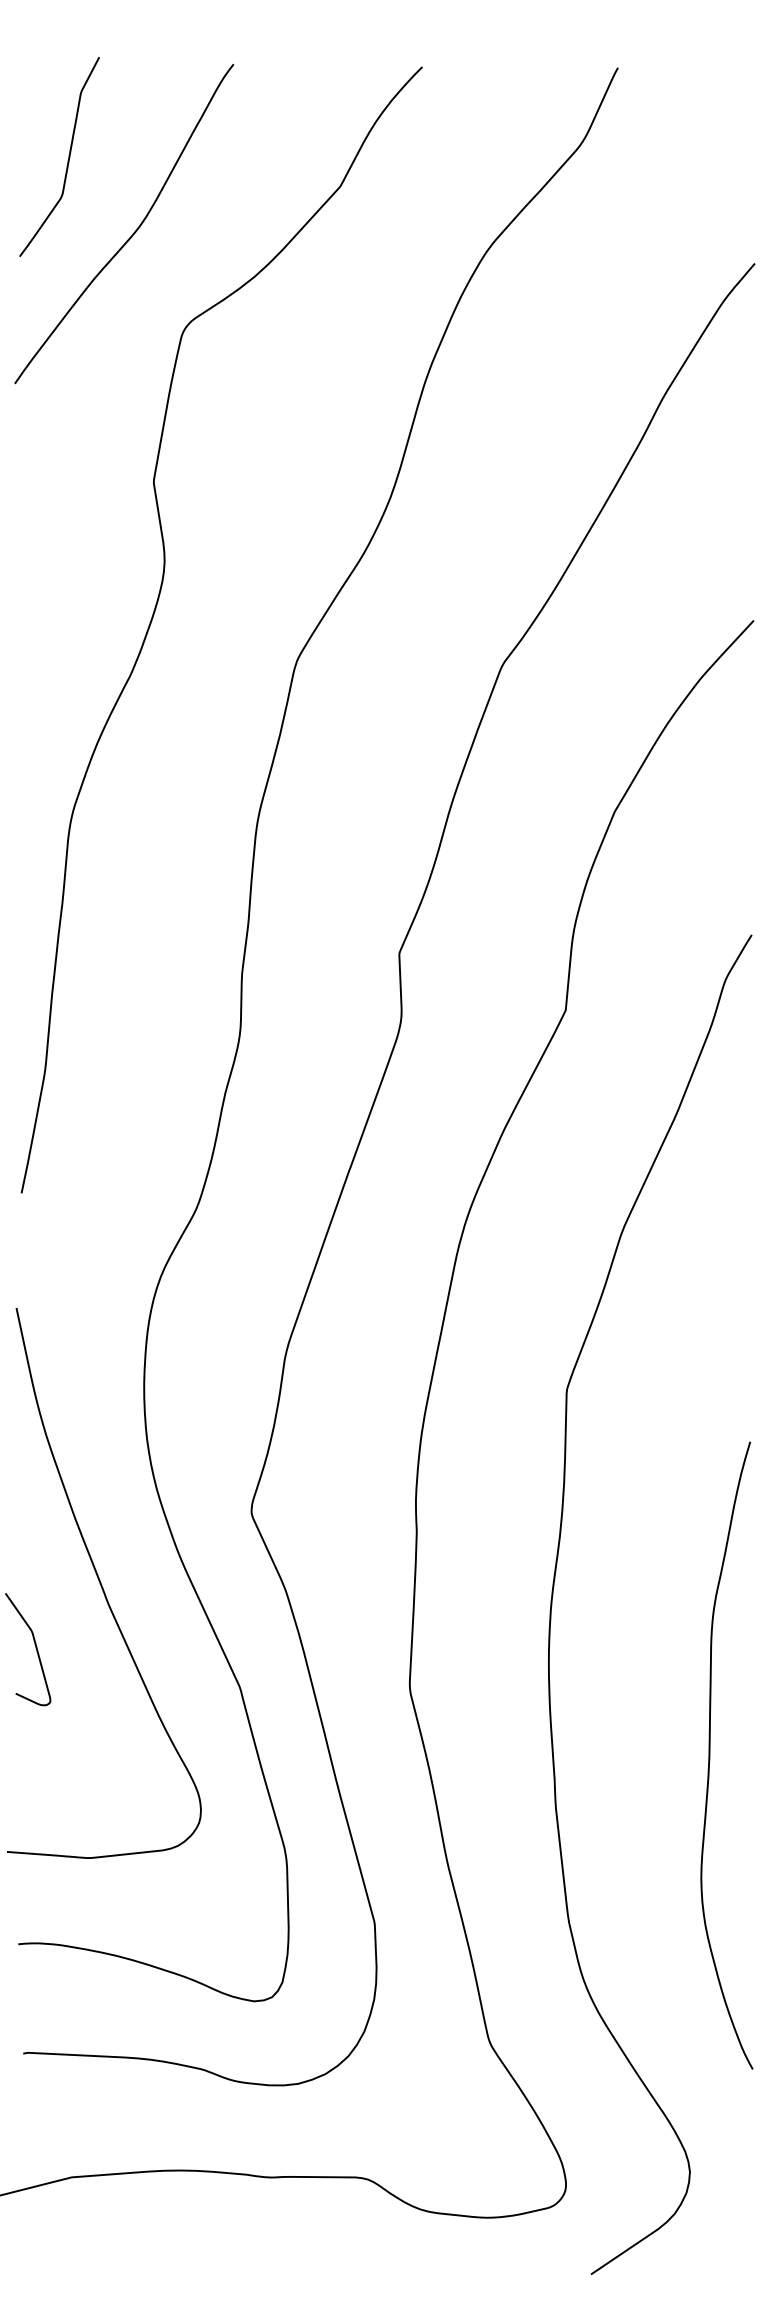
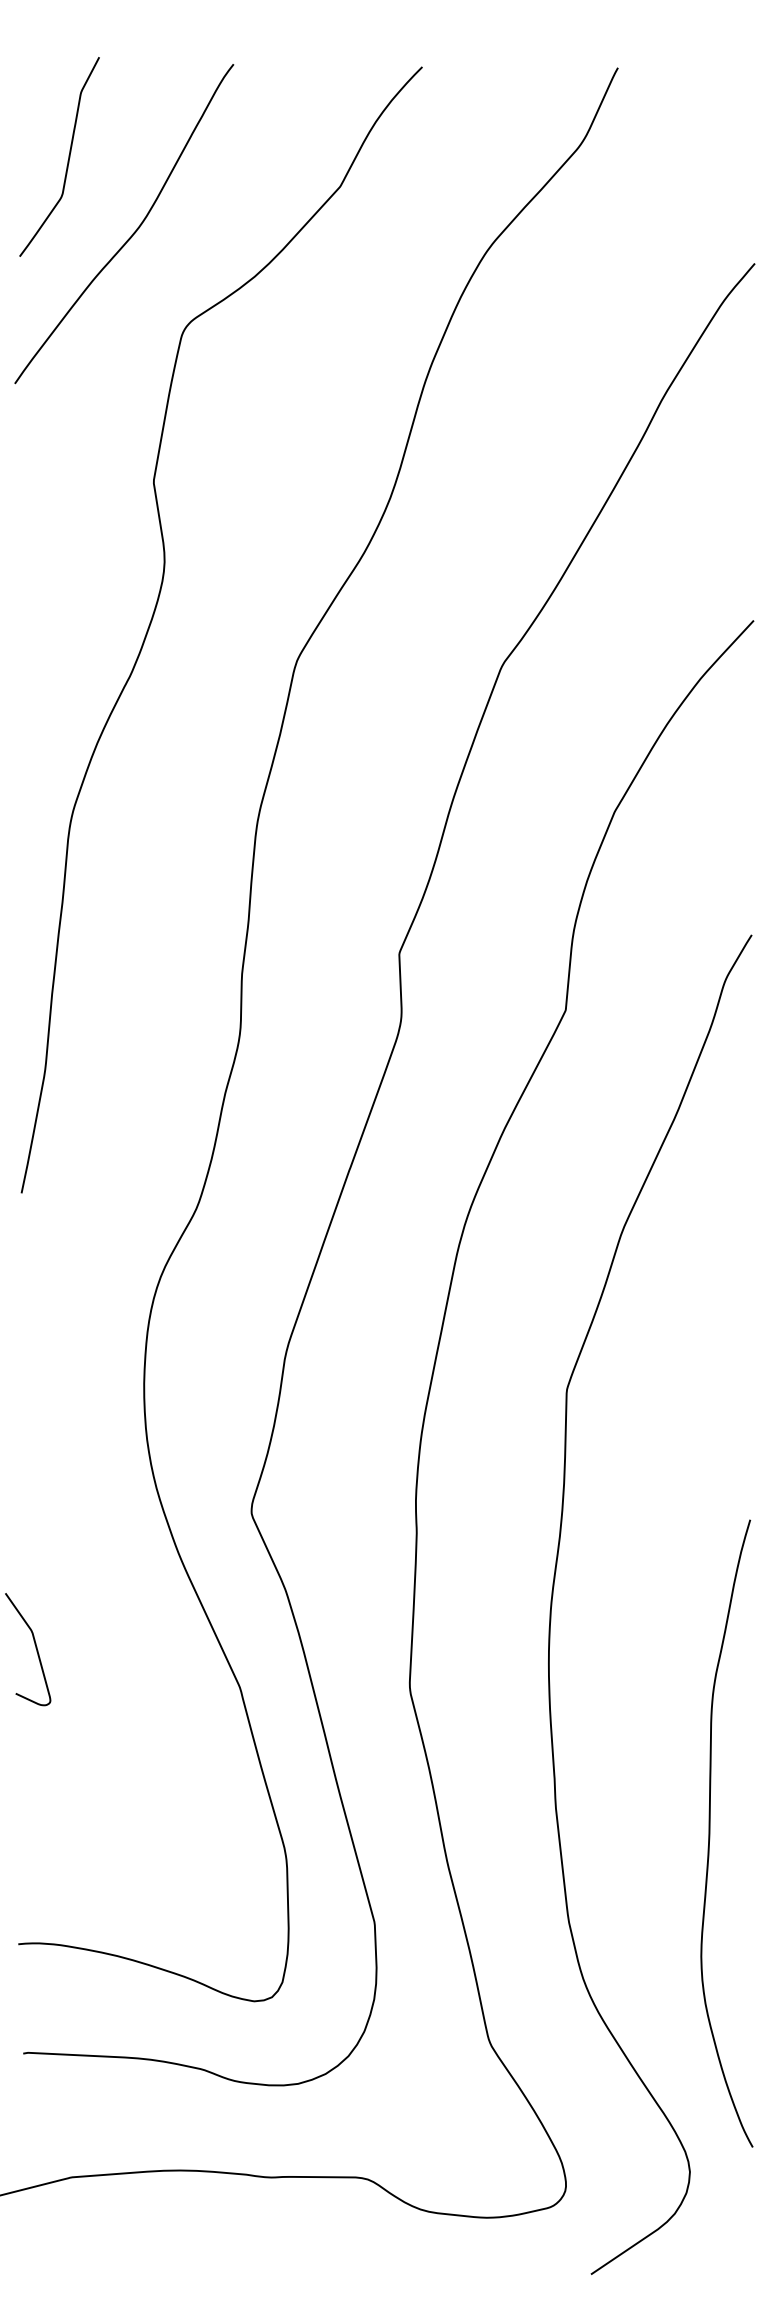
curve at (102, 1585): present -> none
curve at (710, 1755) position: (710, 1755) -> (710, 1833)
